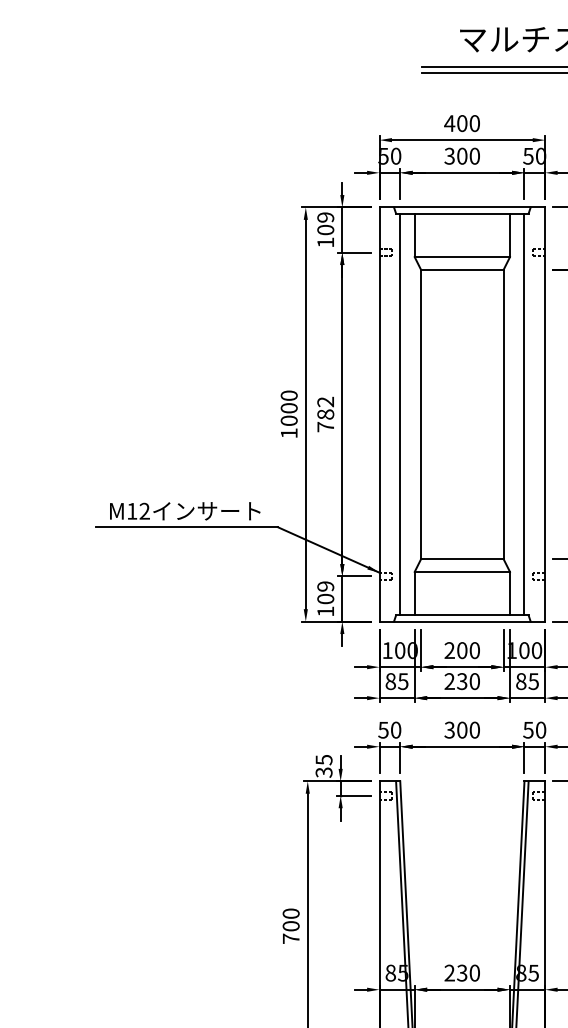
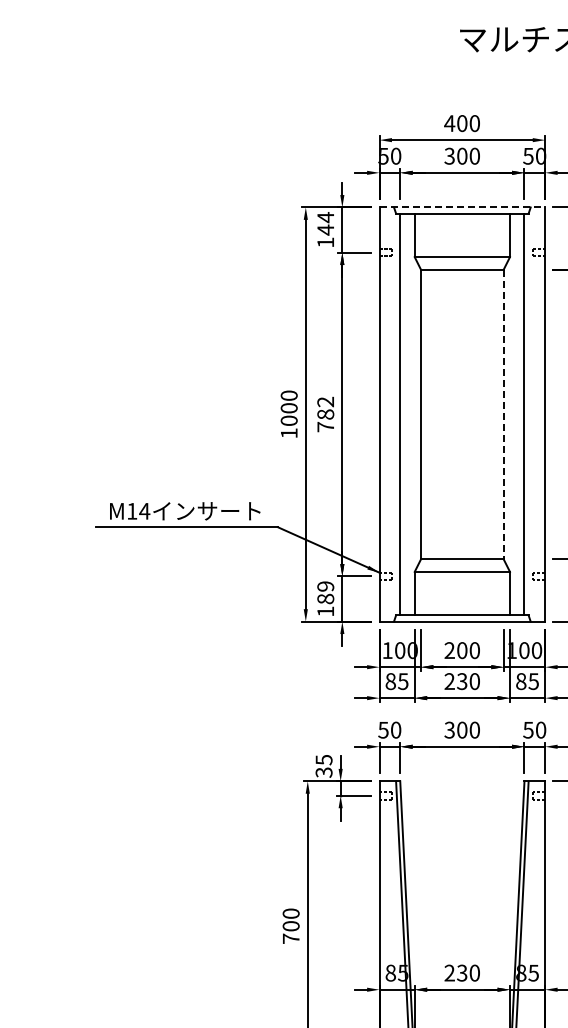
line at (493, 66): present -> none
line at (493, 73): present -> none
line at (462, 207): solid -> dashed
text at (325, 223): 109 -> 144
line at (503, 414): solid -> dashed
text at (144, 510): M12 -> M14
text at (325, 598): 109 -> 189
